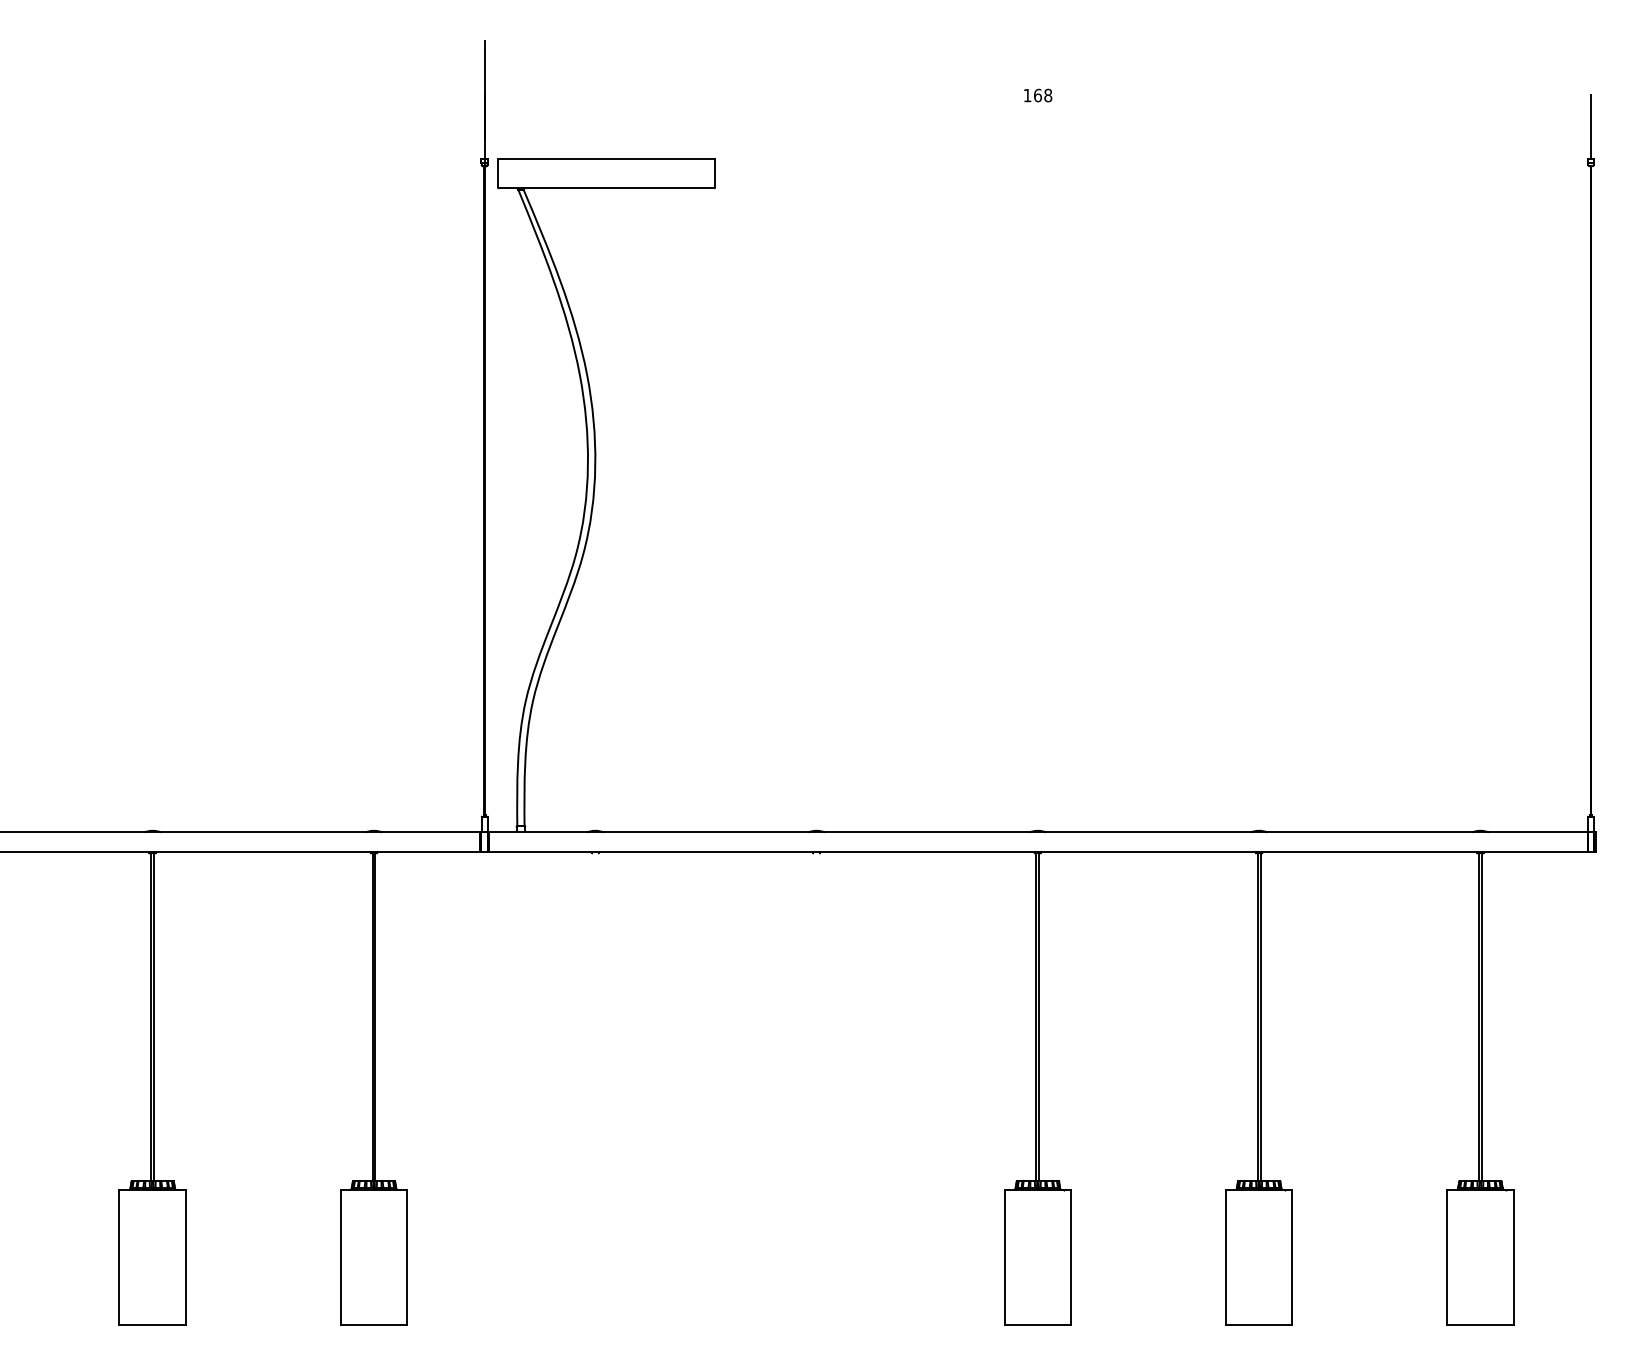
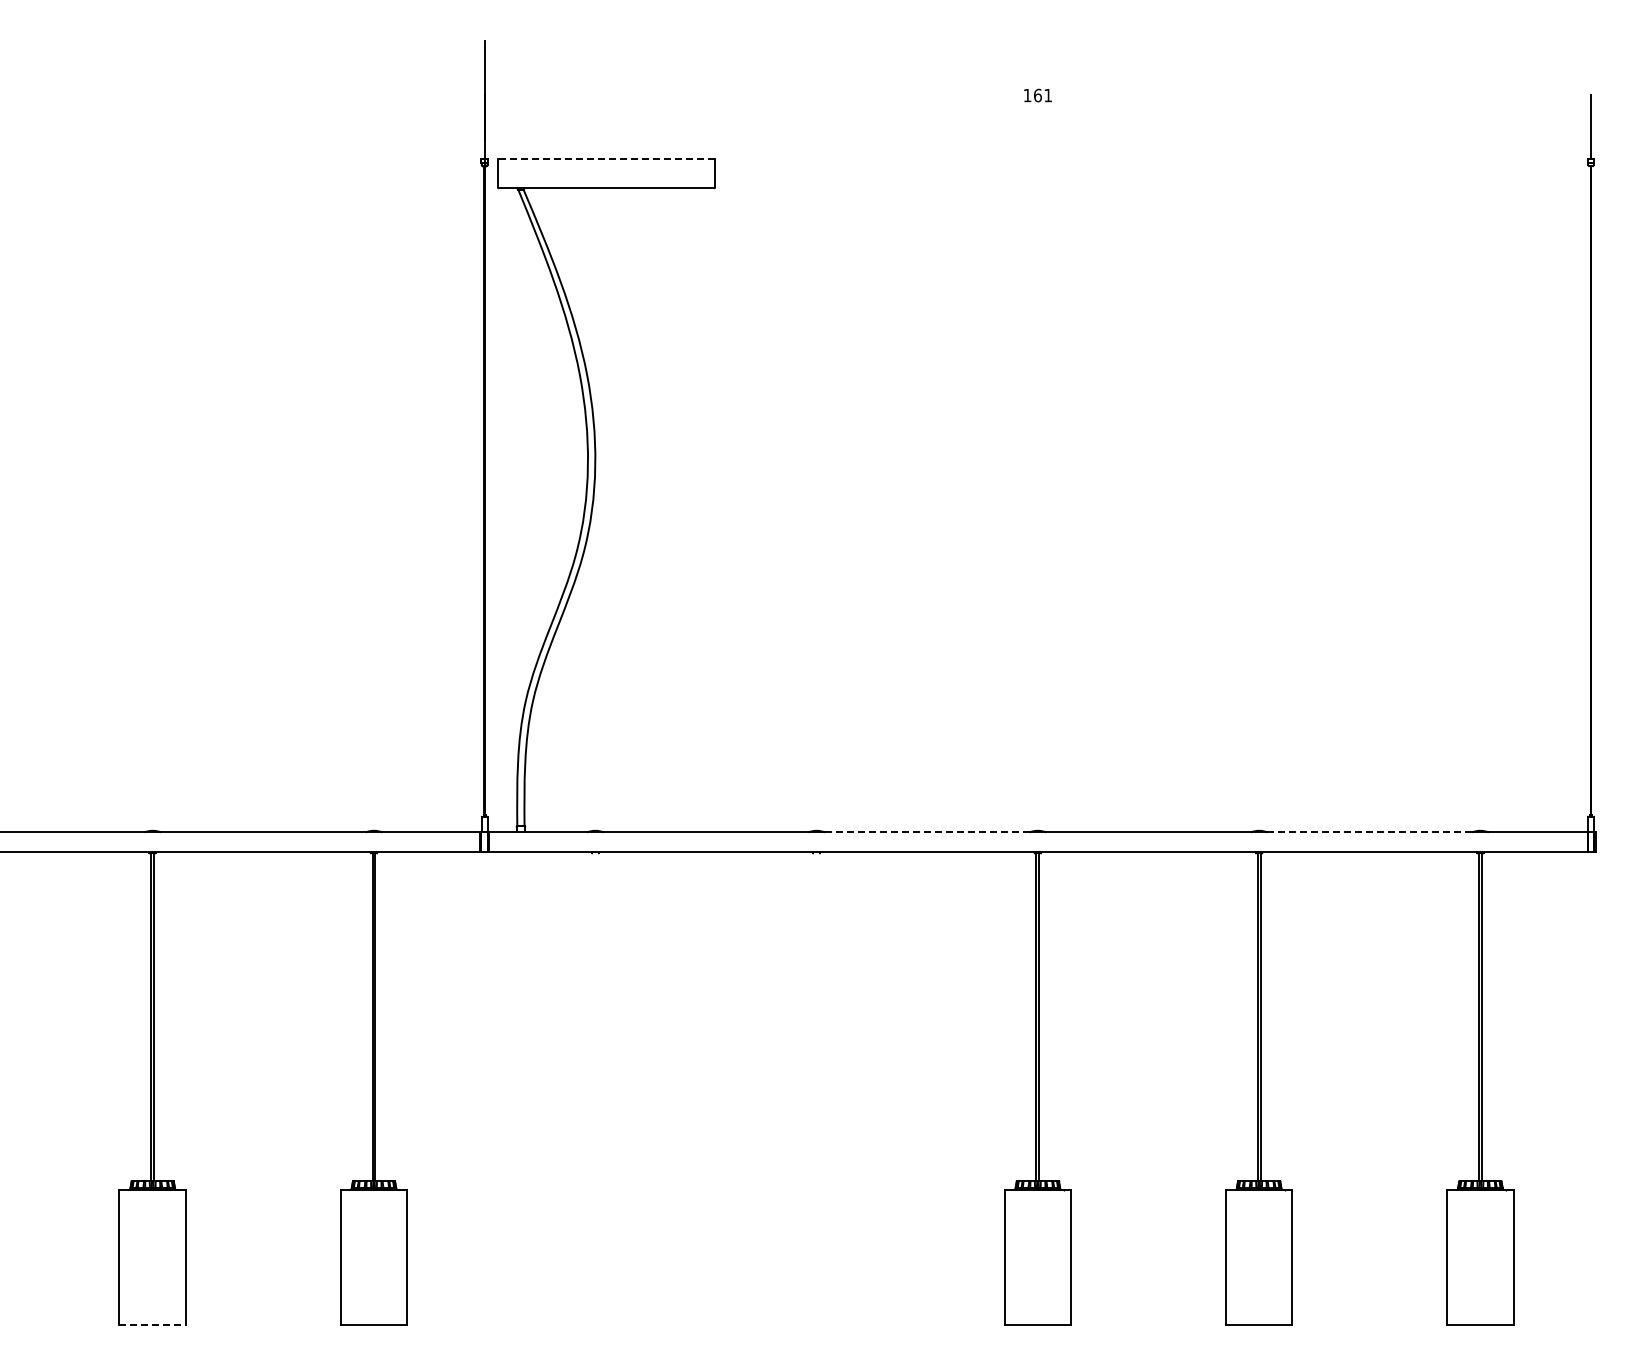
text at (1048, 95): 168 -> 161
line at (606, 158): solid -> dashed
line at (926, 832): solid -> dashed
line at (1369, 832): solid -> dashed
line at (153, 1325): solid -> dashed
